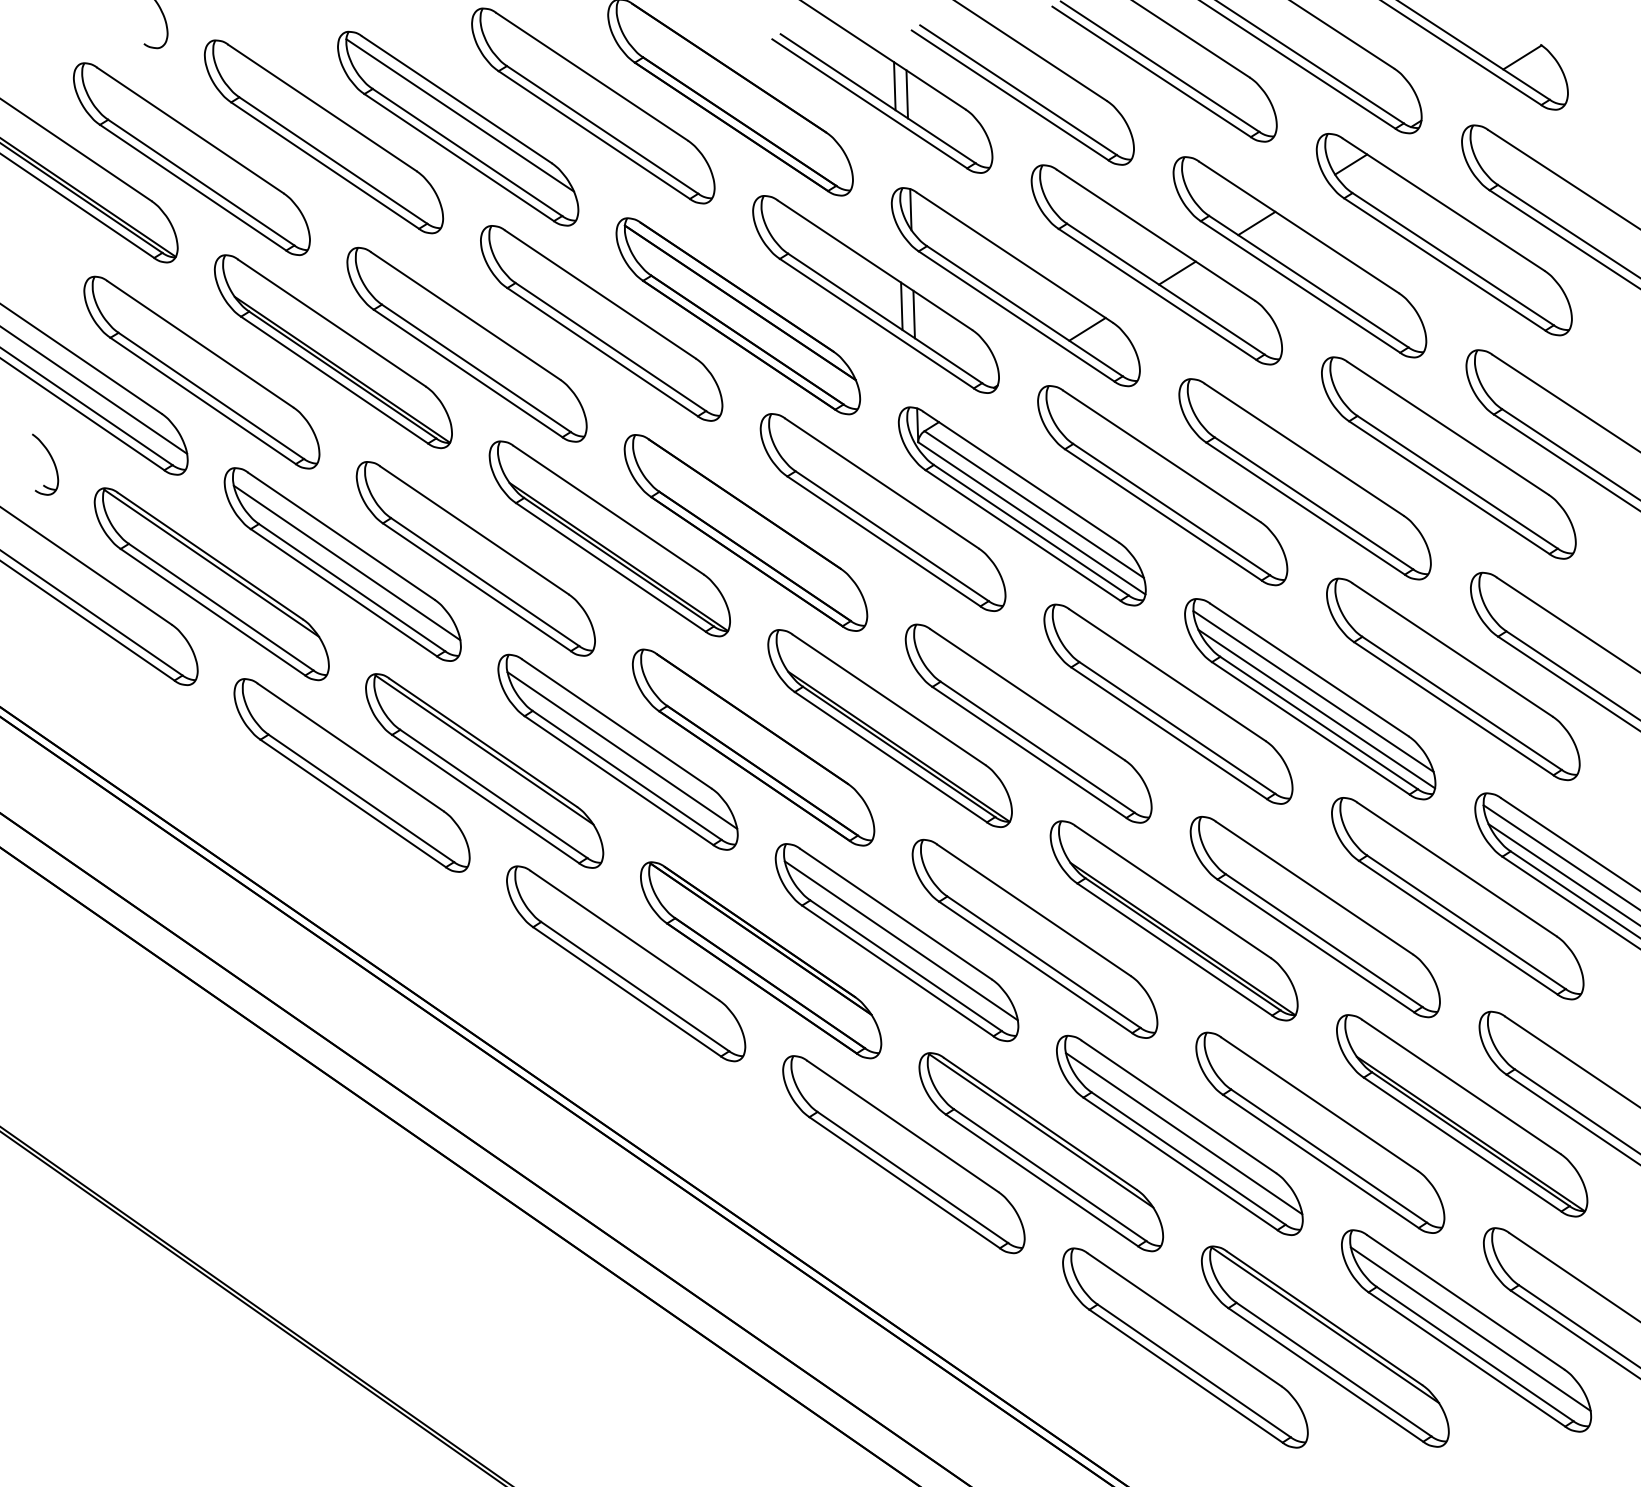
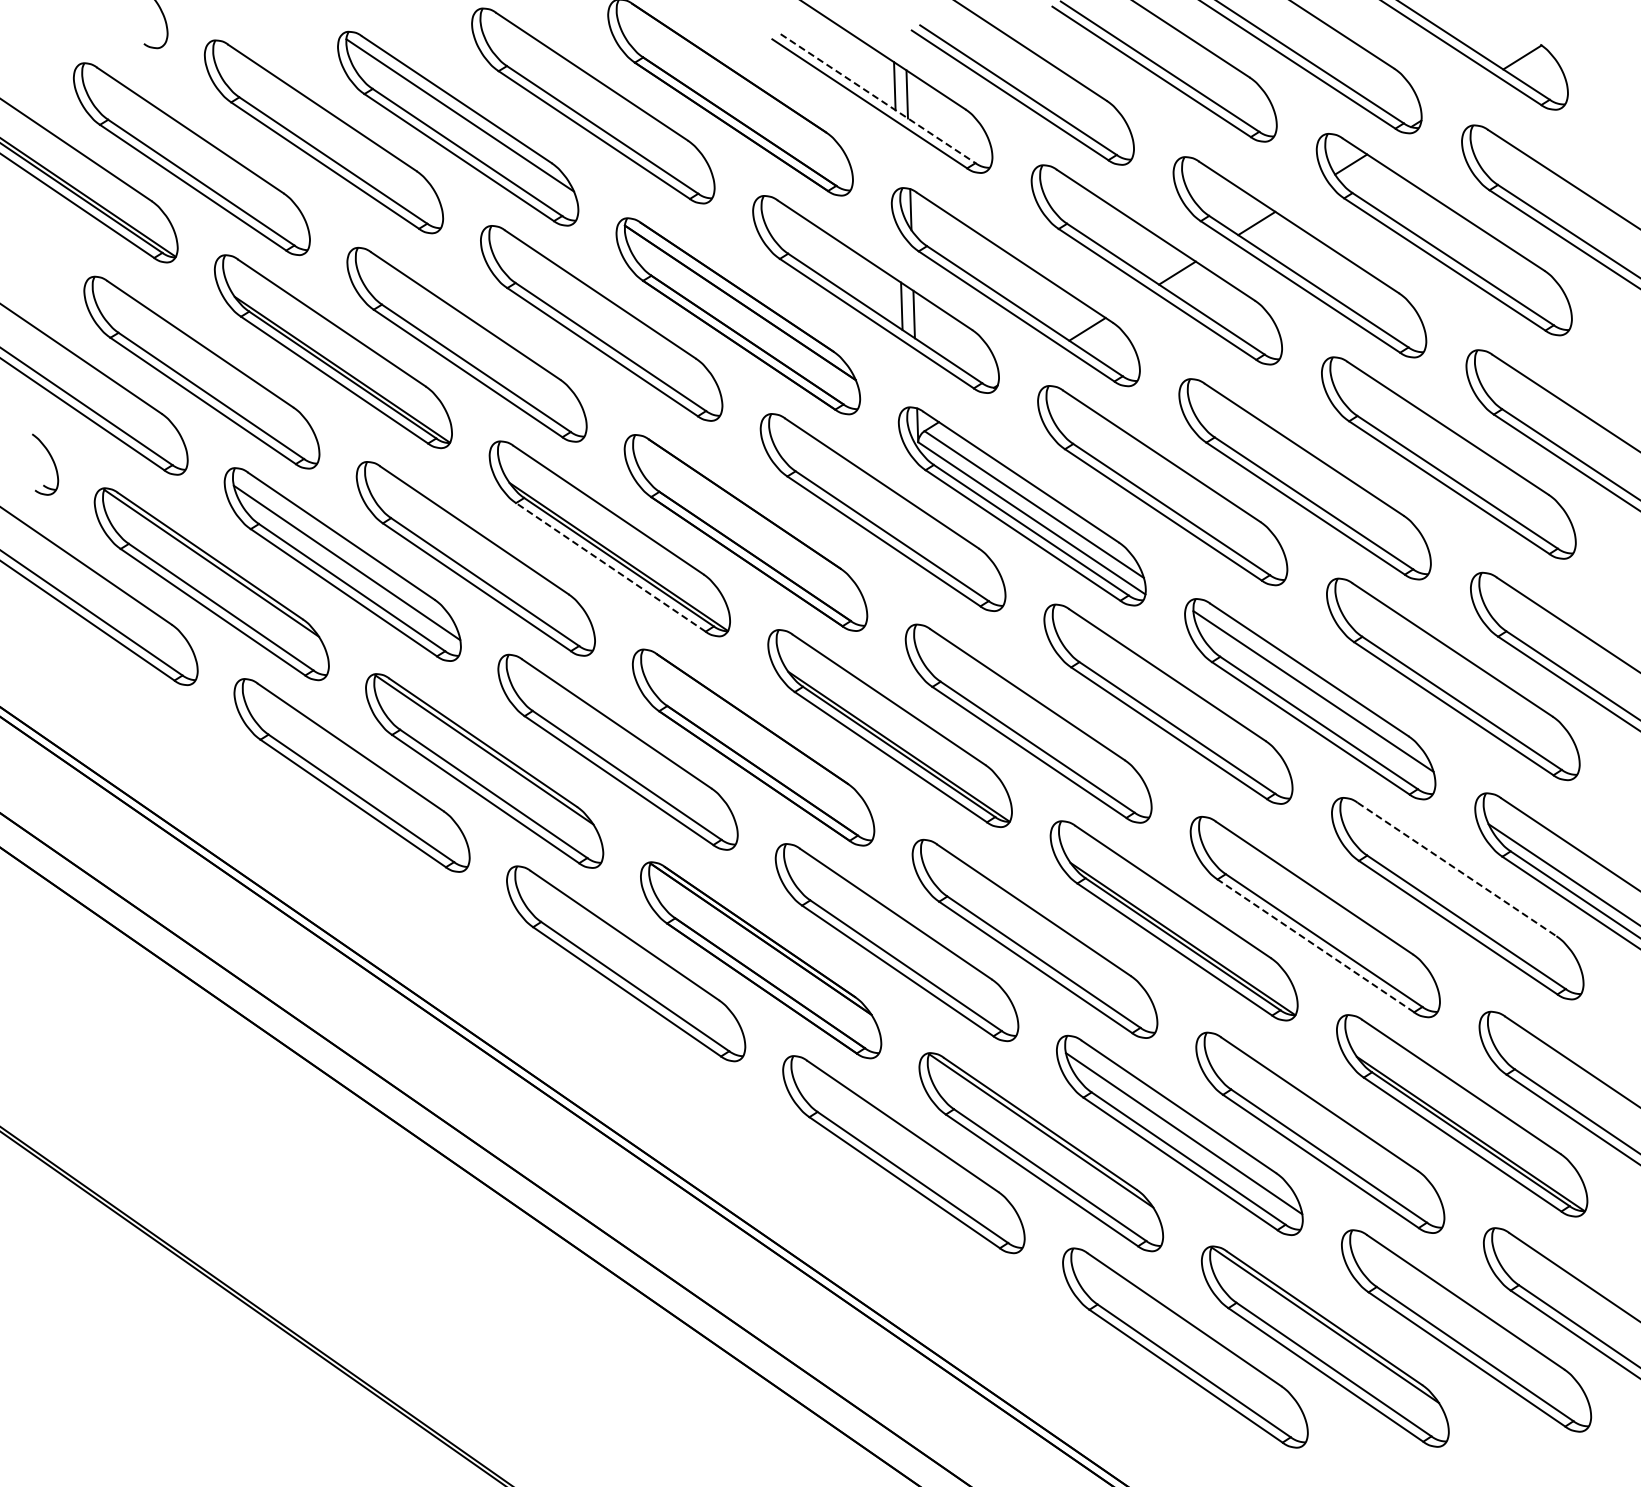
line at (878, 98): solid -> dashed
line at (94, 390): present -> none
line at (610, 567): solid -> dashed
line at (1316, 708): present -> none
line at (622, 750): present -> none
line at (1560, 856): present -> none
line at (1457, 869): solid -> dashed
line at (900, 940): present -> none
line at (1315, 945): solid -> dashed
line at (1470, 1328): present -> none
